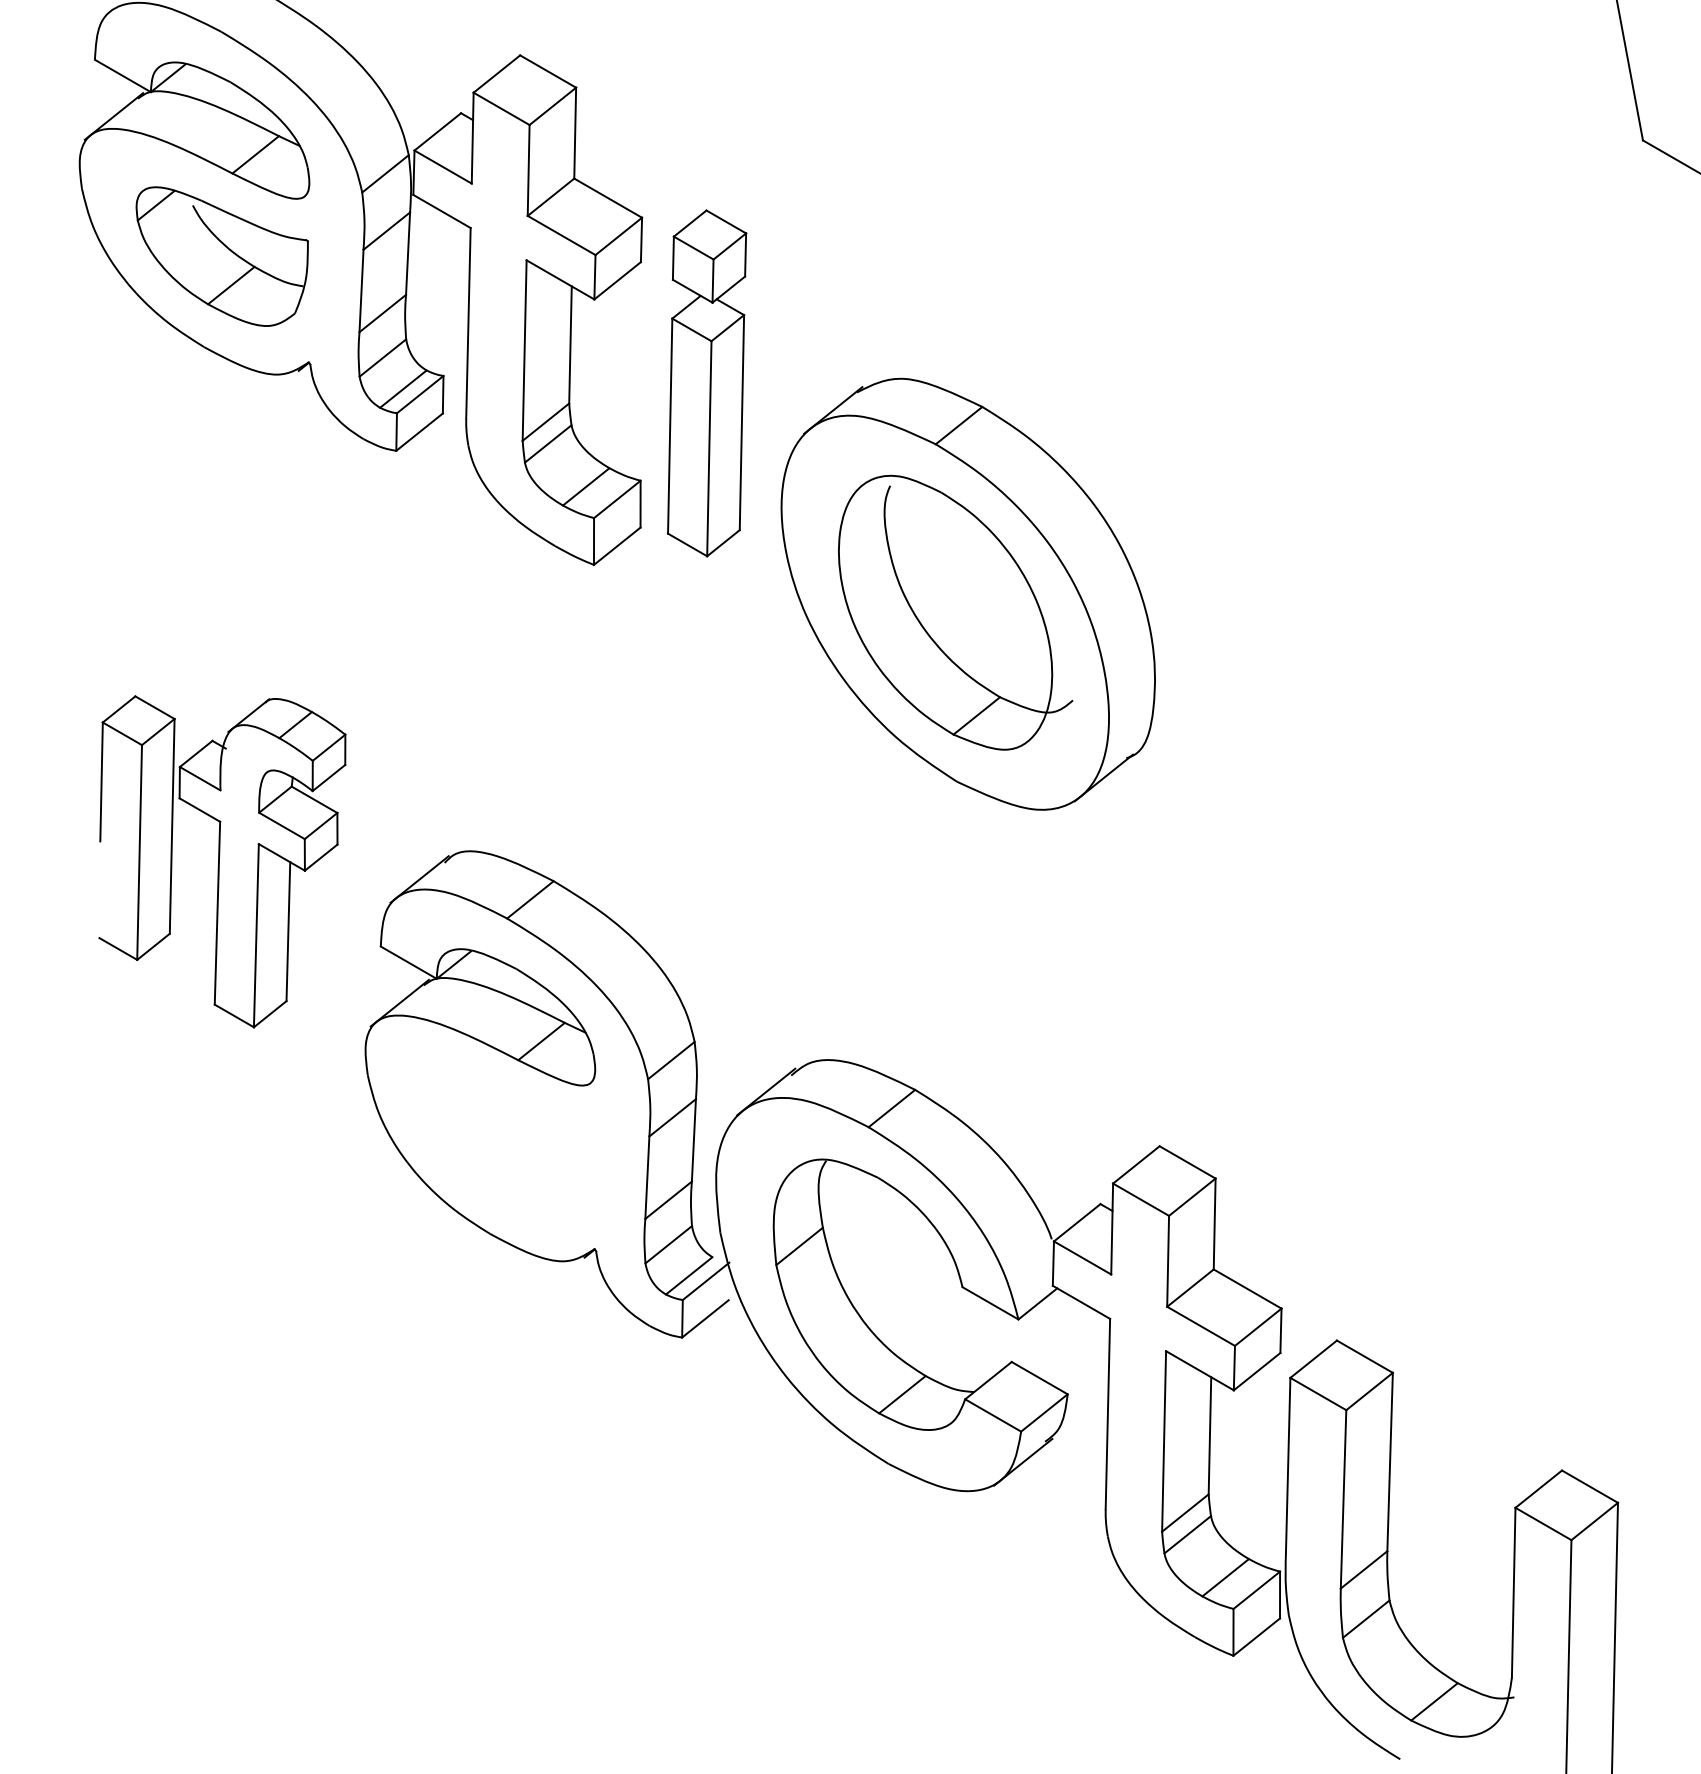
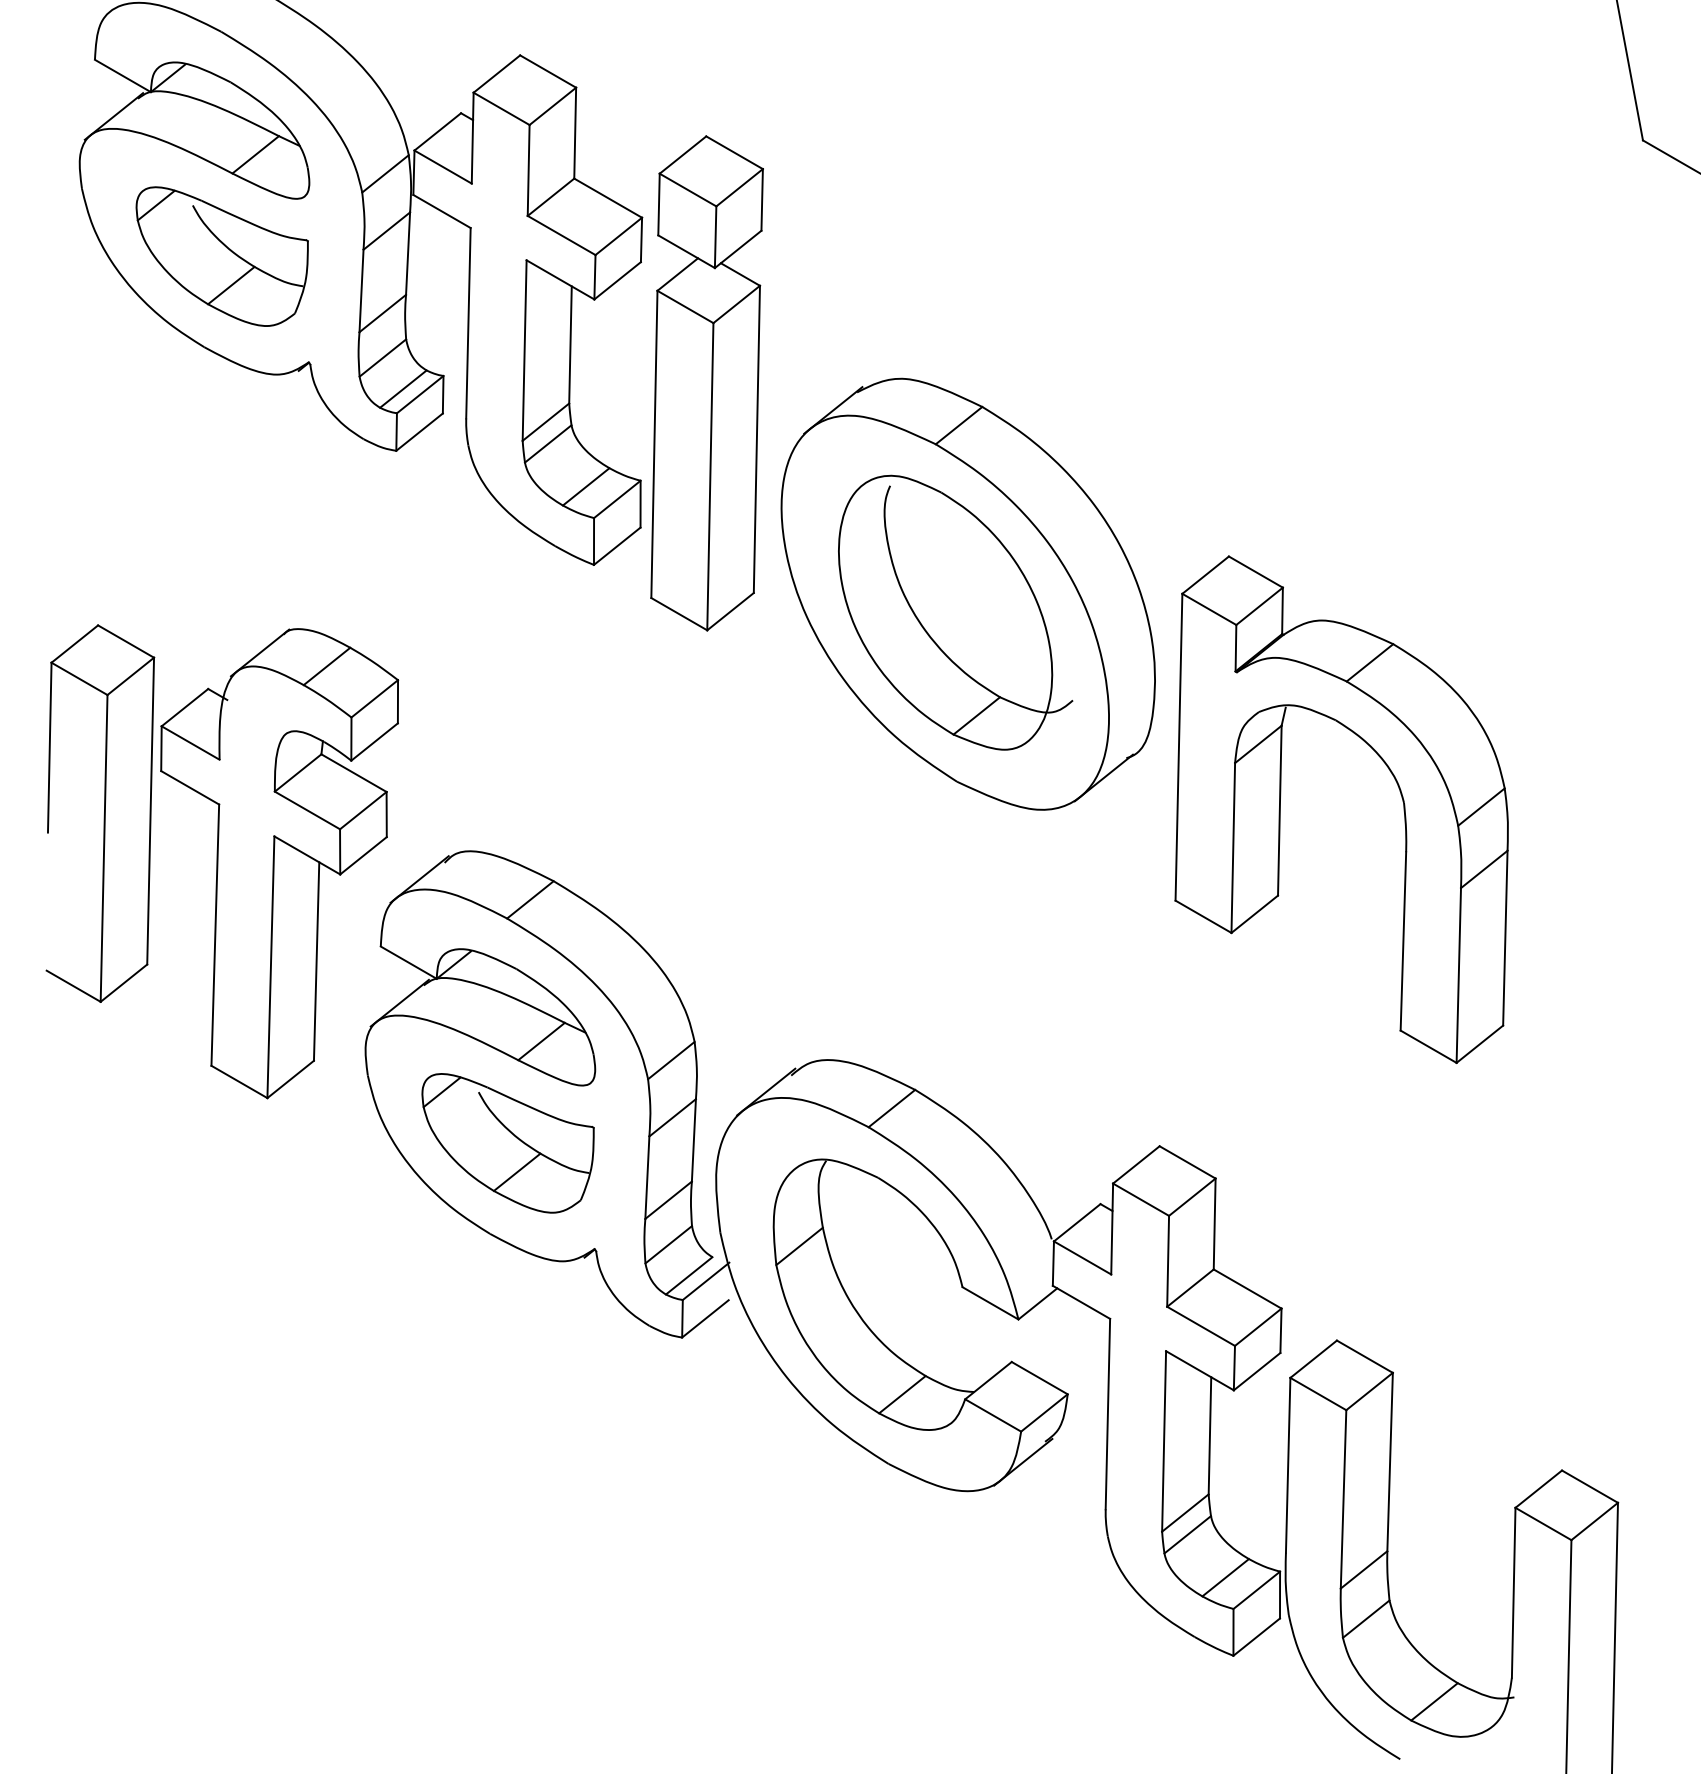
part at (707, 383) size: 81x349 px -> 114x497 px
part at (1399, 791): none -> present
part at (222, 861) size: 249x334 px -> 355x476 px
part at (507, 1143): none -> present
